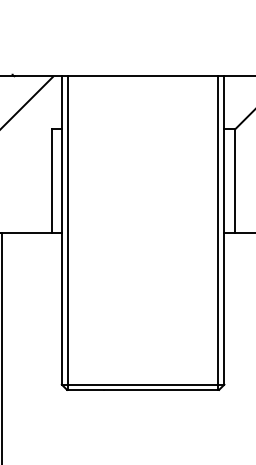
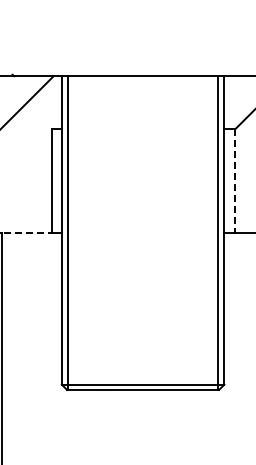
line at (234, 181): solid -> dashed
line at (26, 233): solid -> dashed
